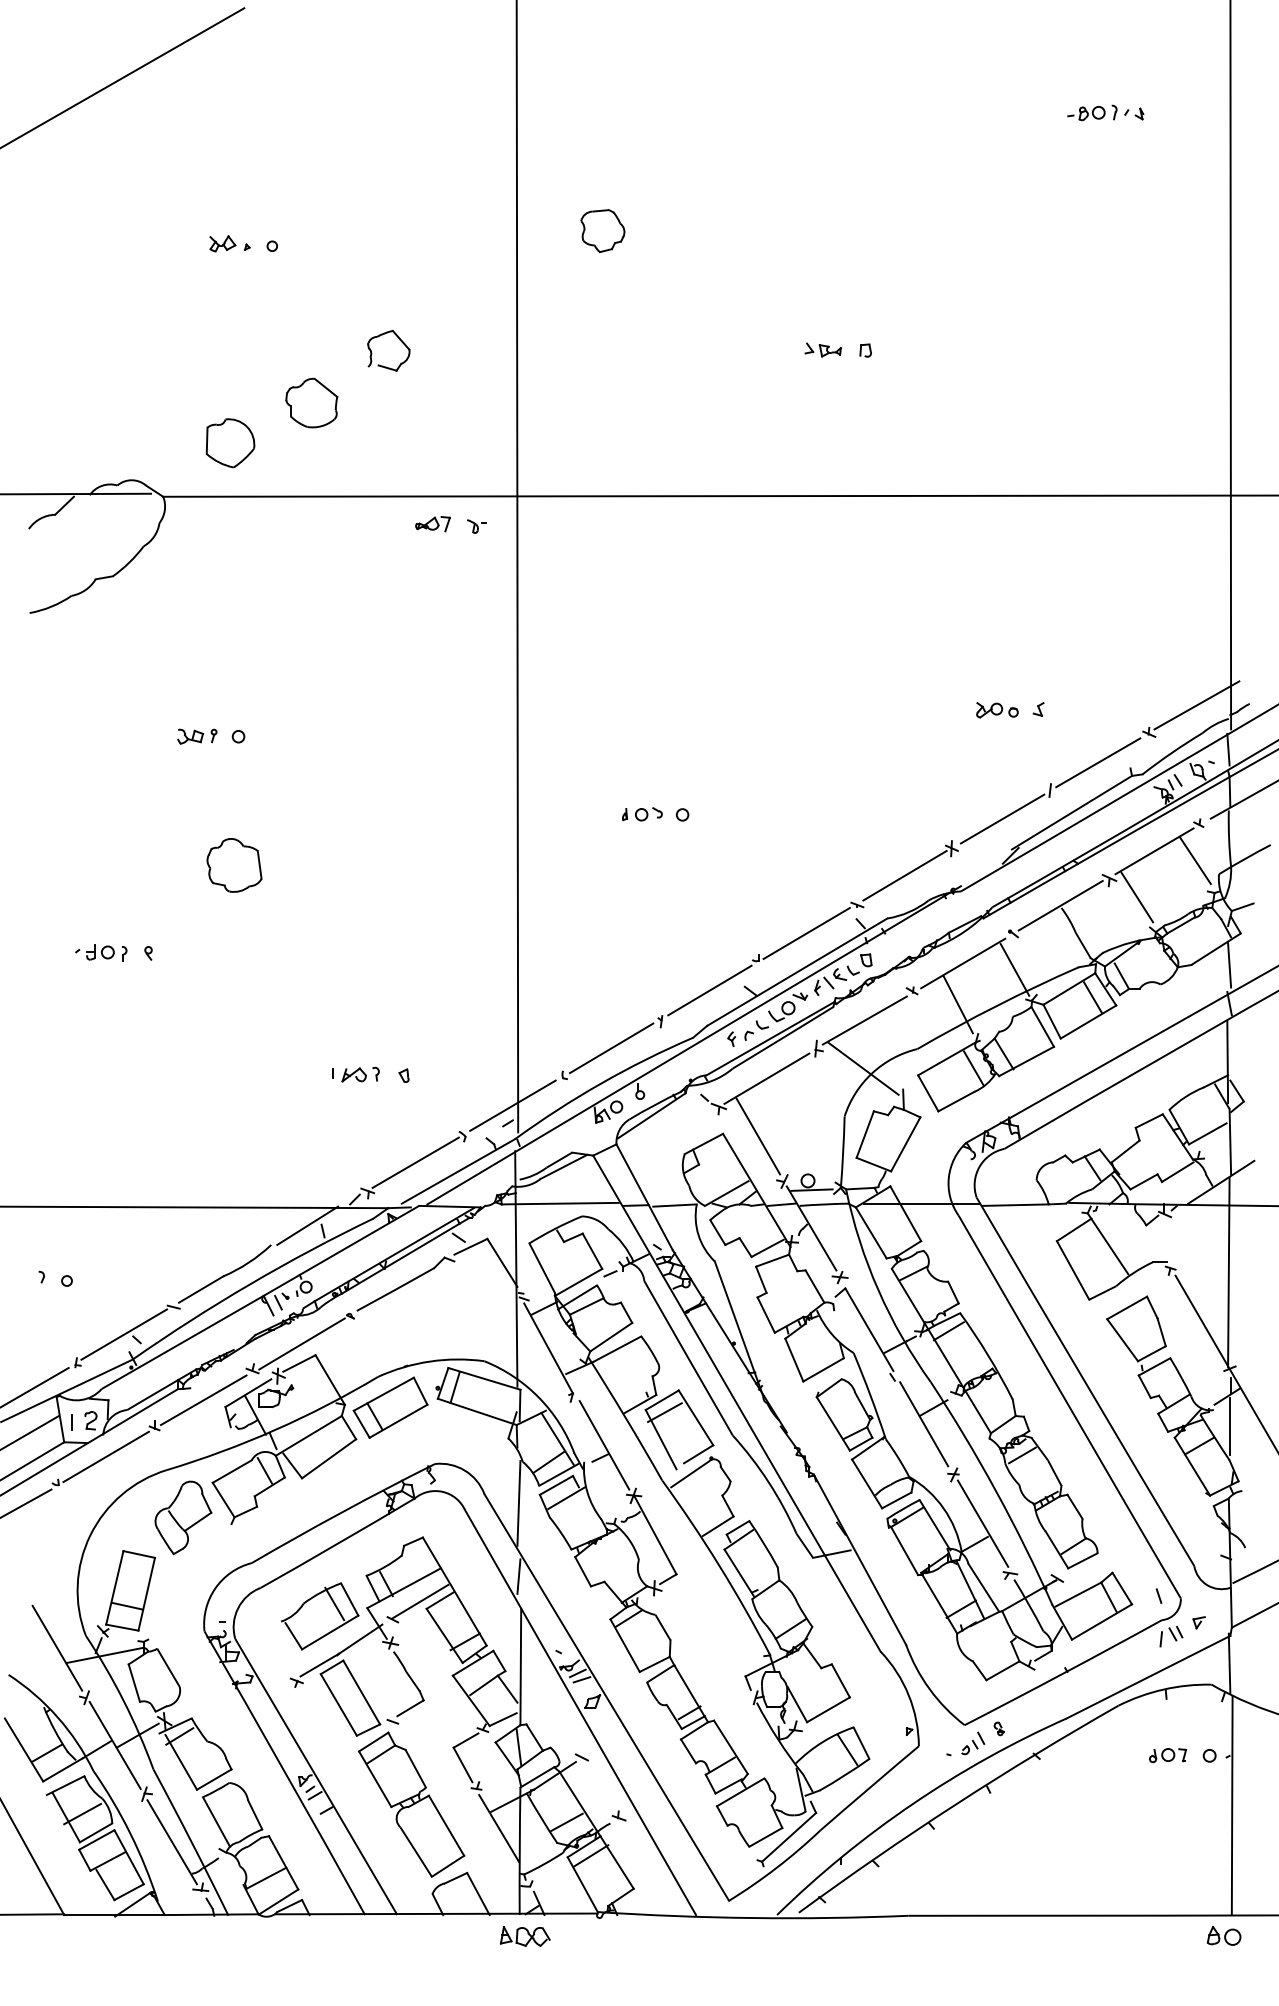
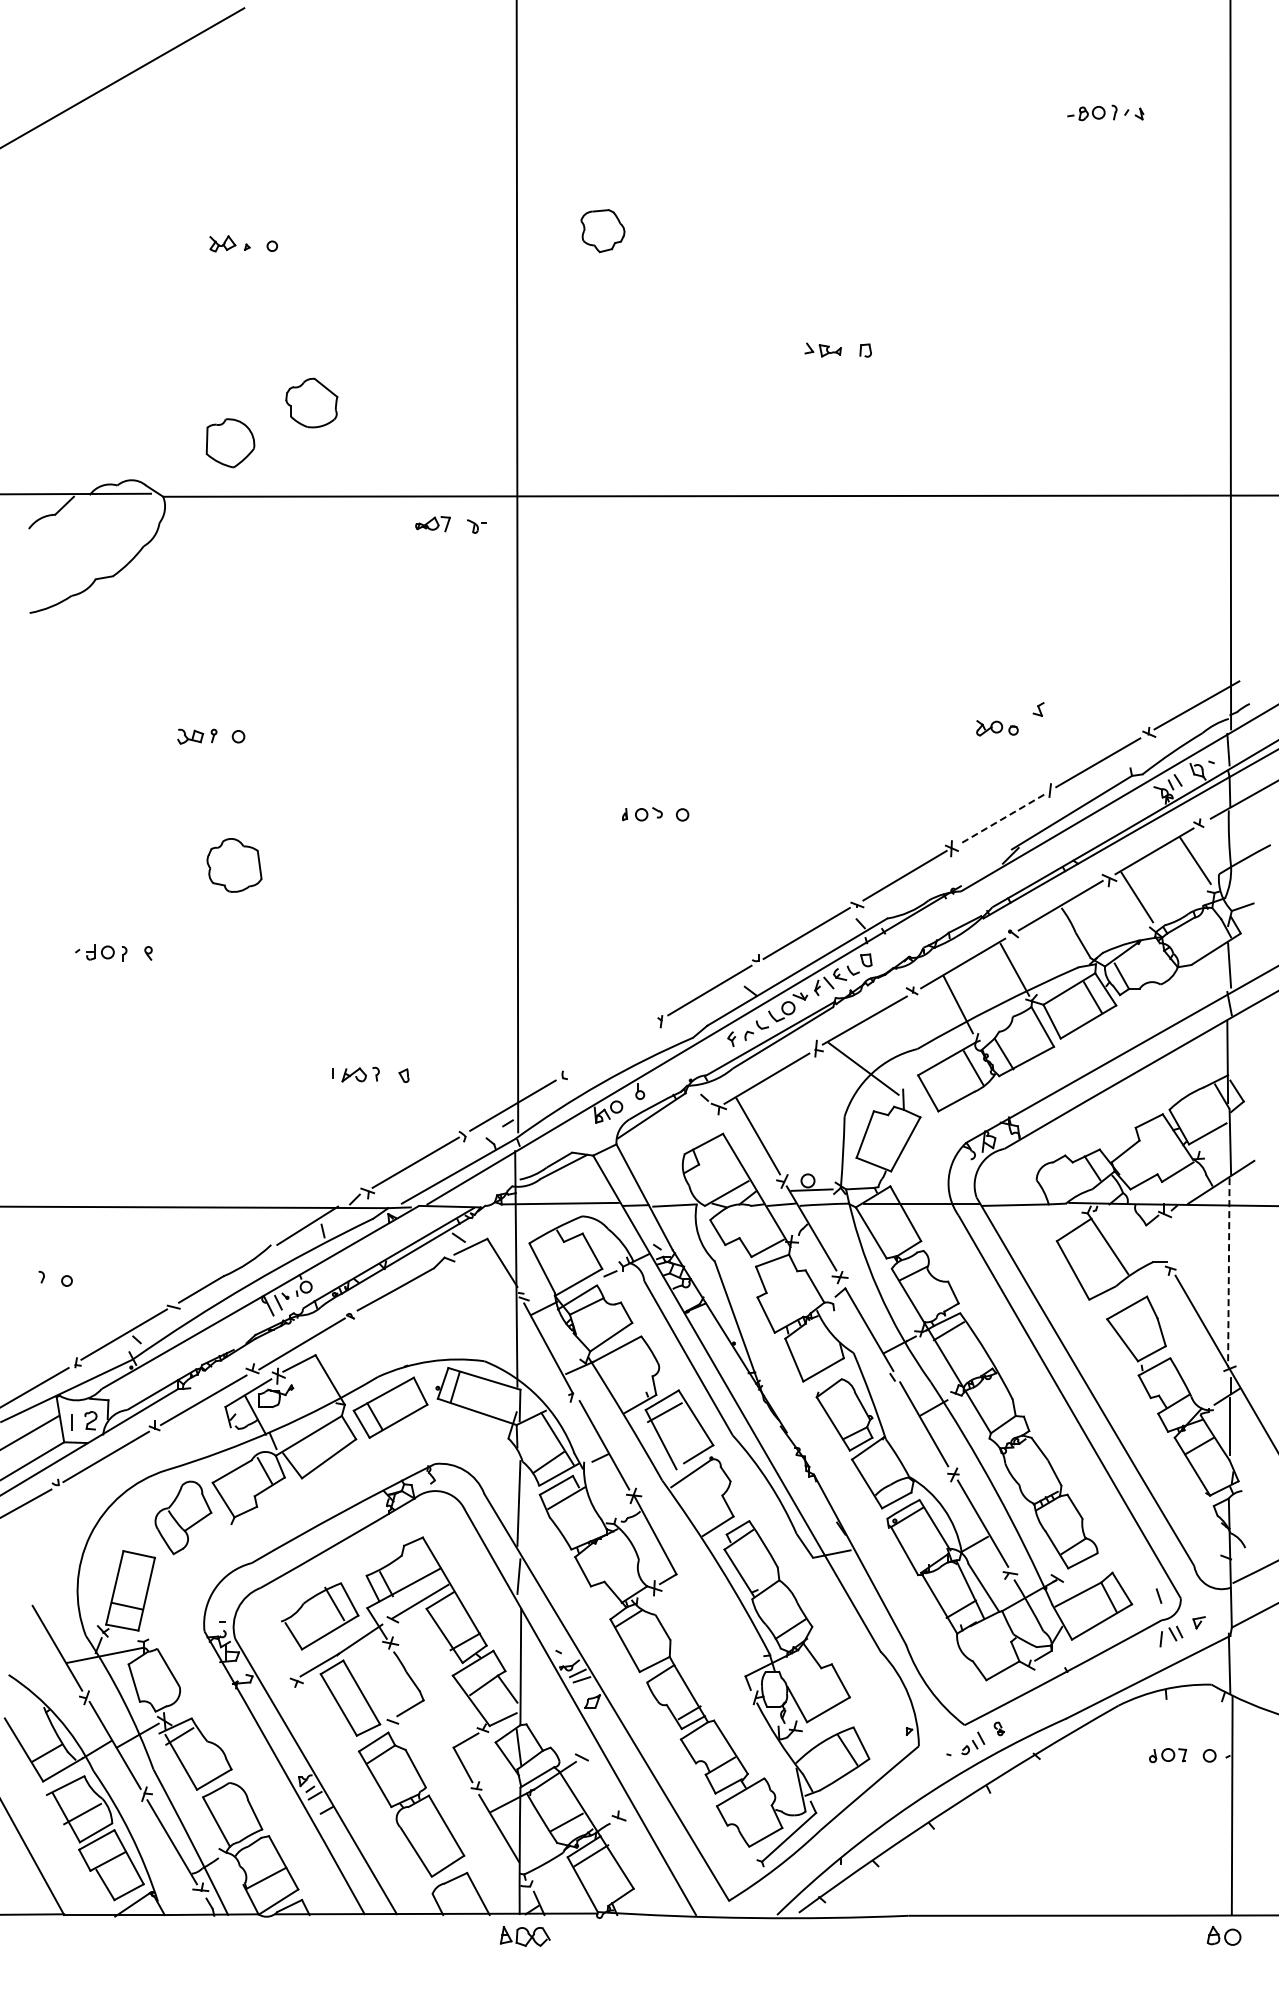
part at (400, 341): present -> none
part at (997, 710) position: (997, 710) -> (997, 728)
line at (1002, 819): solid -> dashed
line at (611, 1048): present -> none
line at (1228, 1272): solid -> dashed
line at (1021, 1455): present -> none
